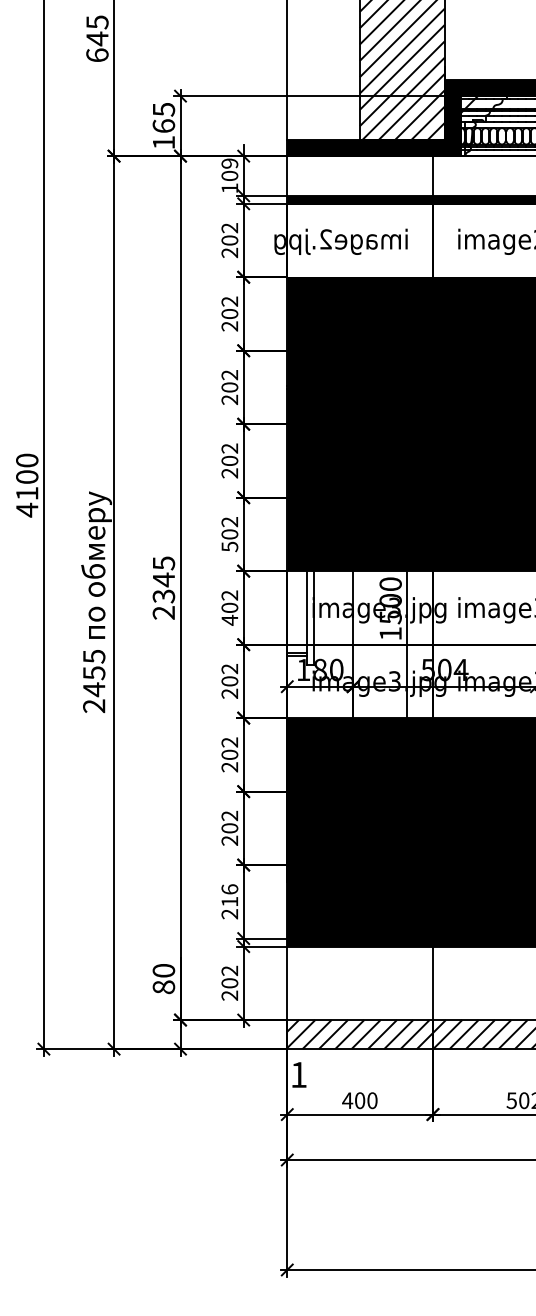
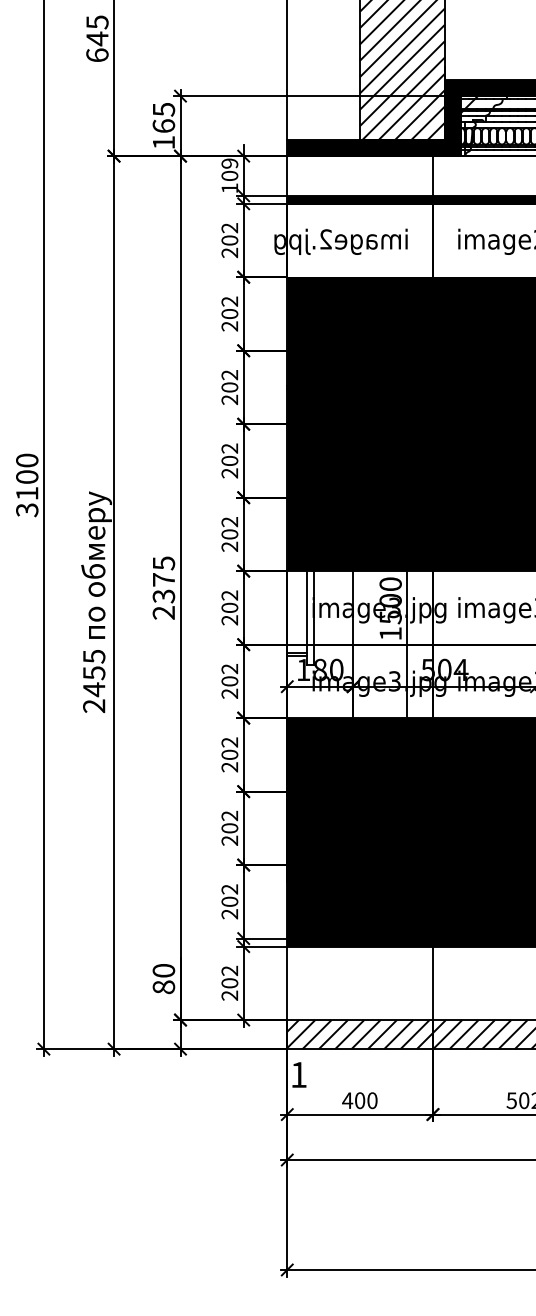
text at (27, 509): 4100 -> 3100
text at (229, 546): 502 -> 202
text at (163, 579): 2345 -> 2375
text at (229, 619): 402 -> 202
text at (229, 895): 216 -> 202
